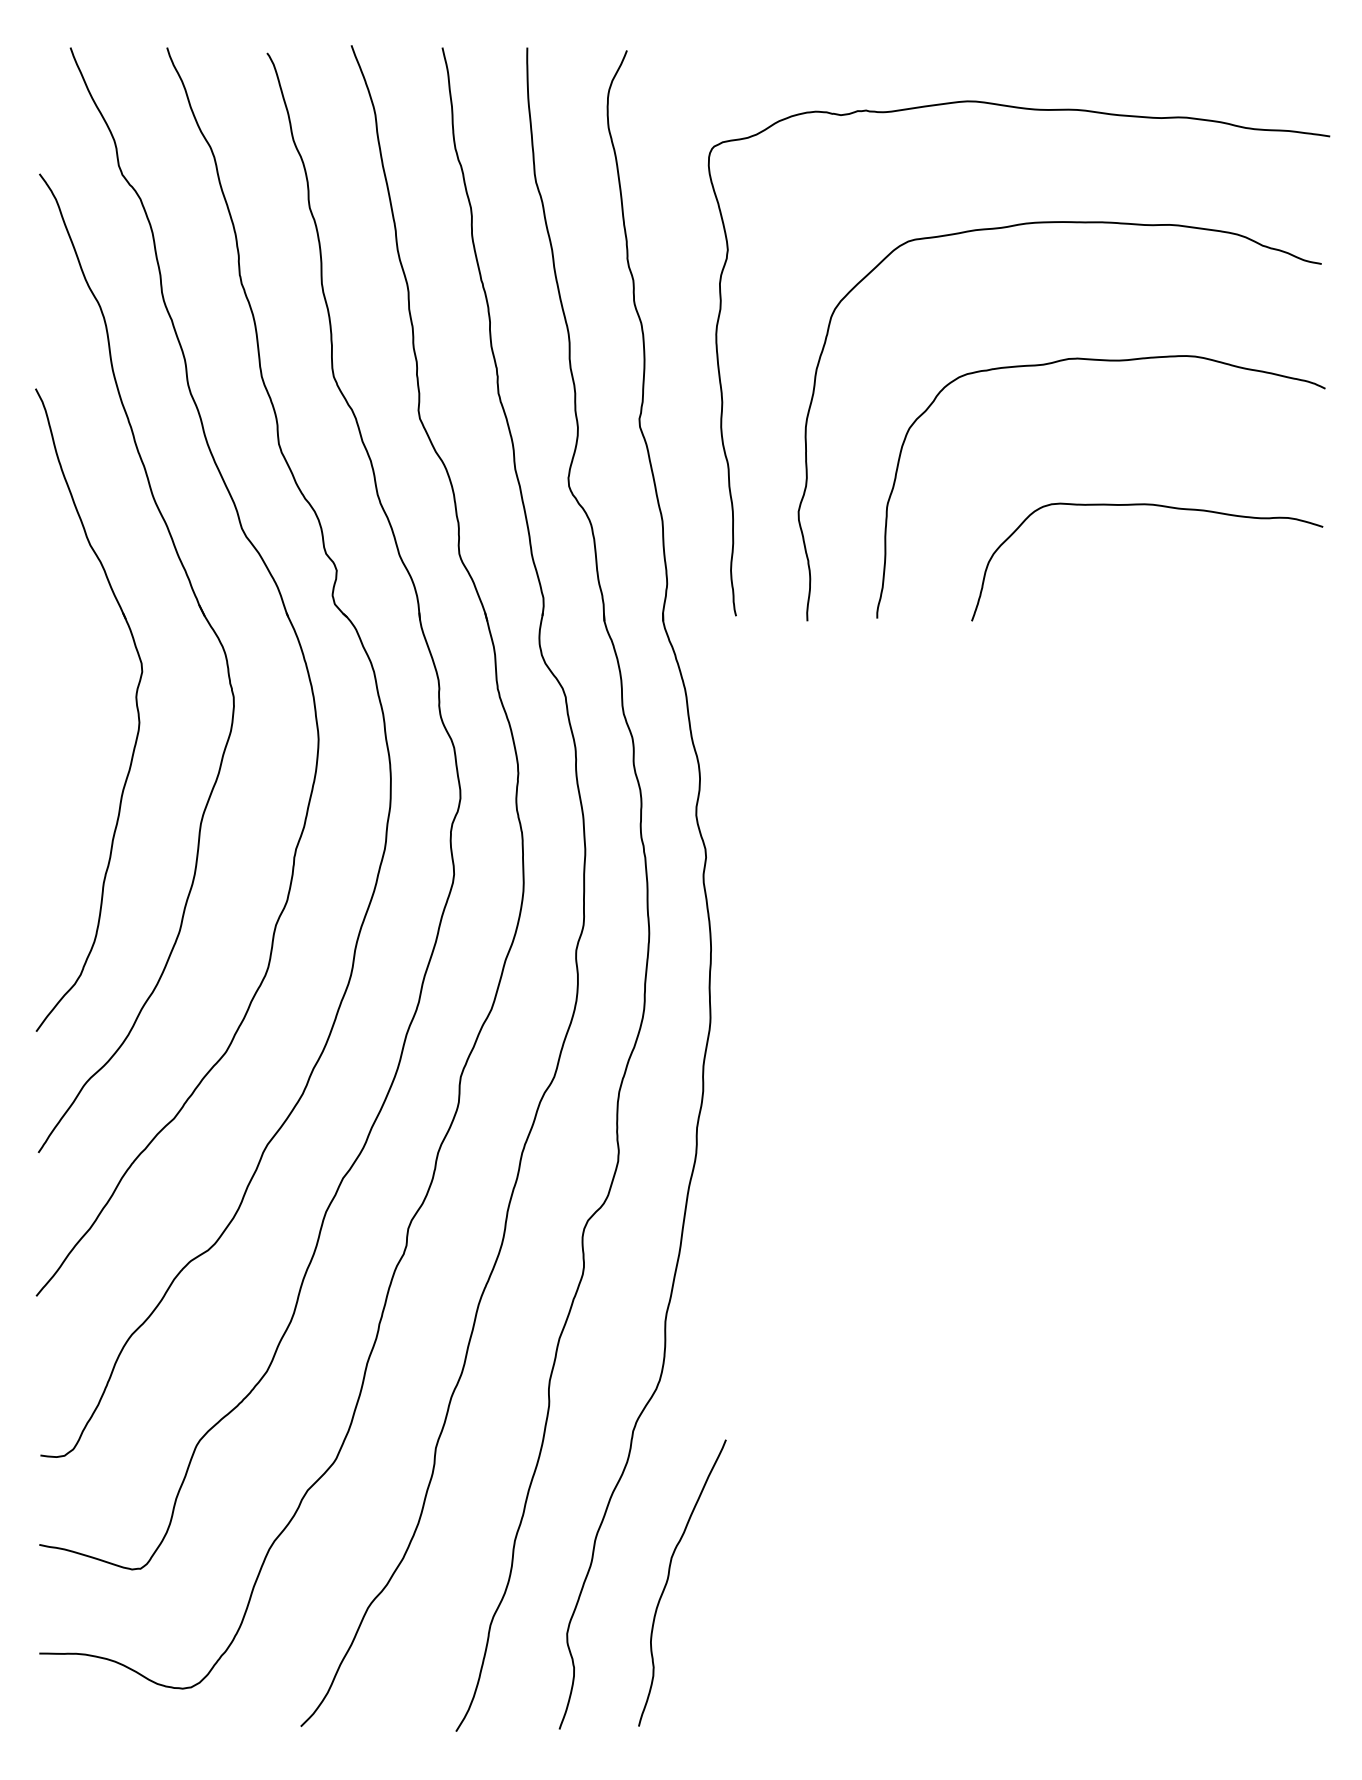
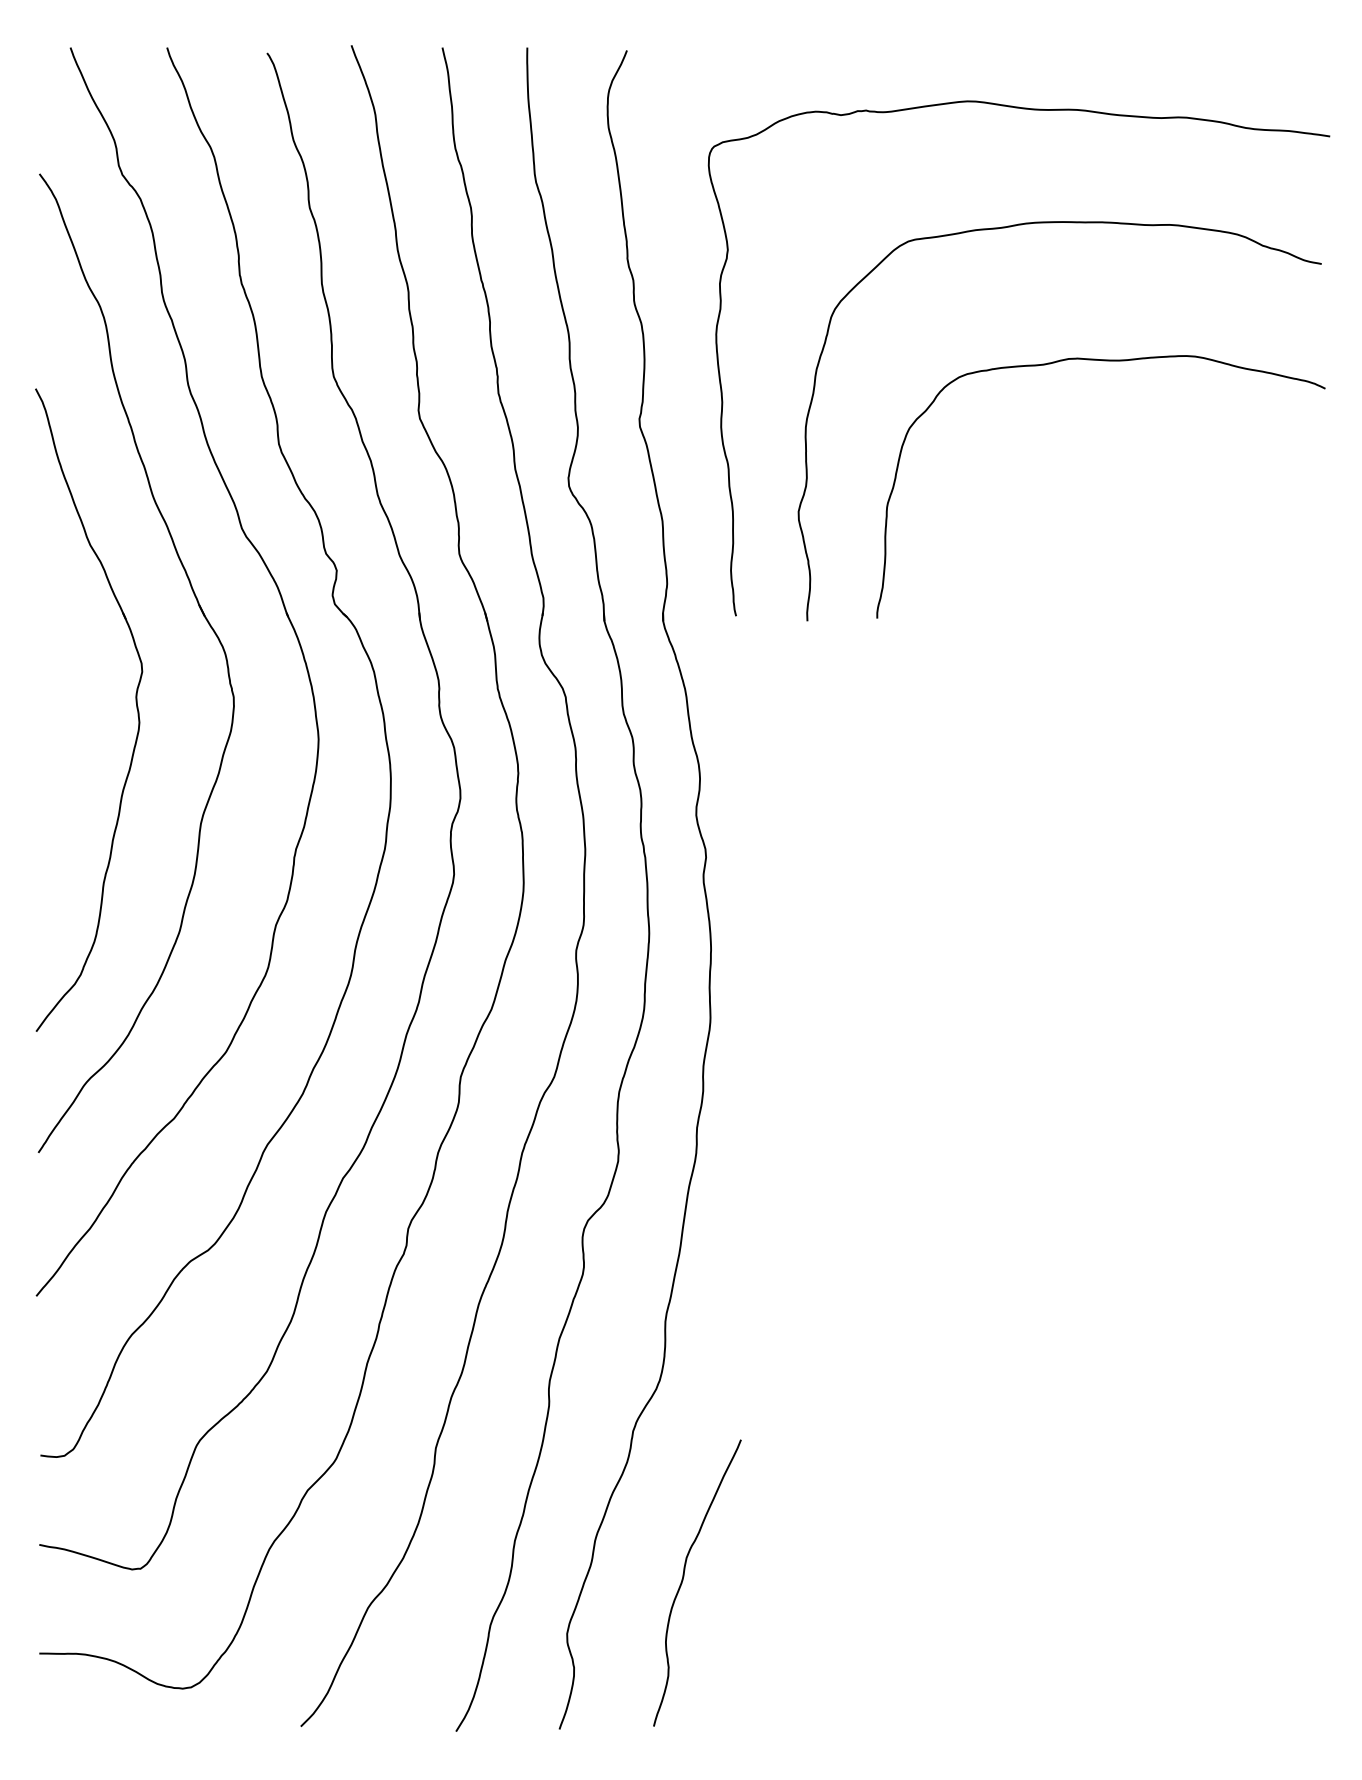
curve at (1156, 506): present -> none
curve at (668, 1580) position: (668, 1580) -> (683, 1580)
